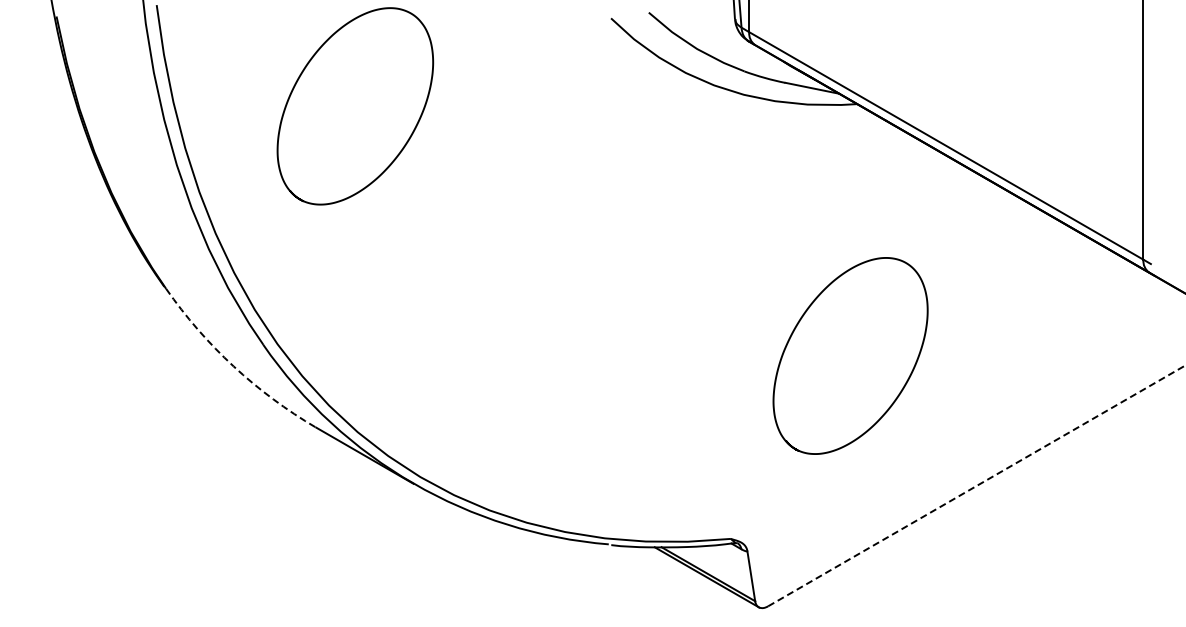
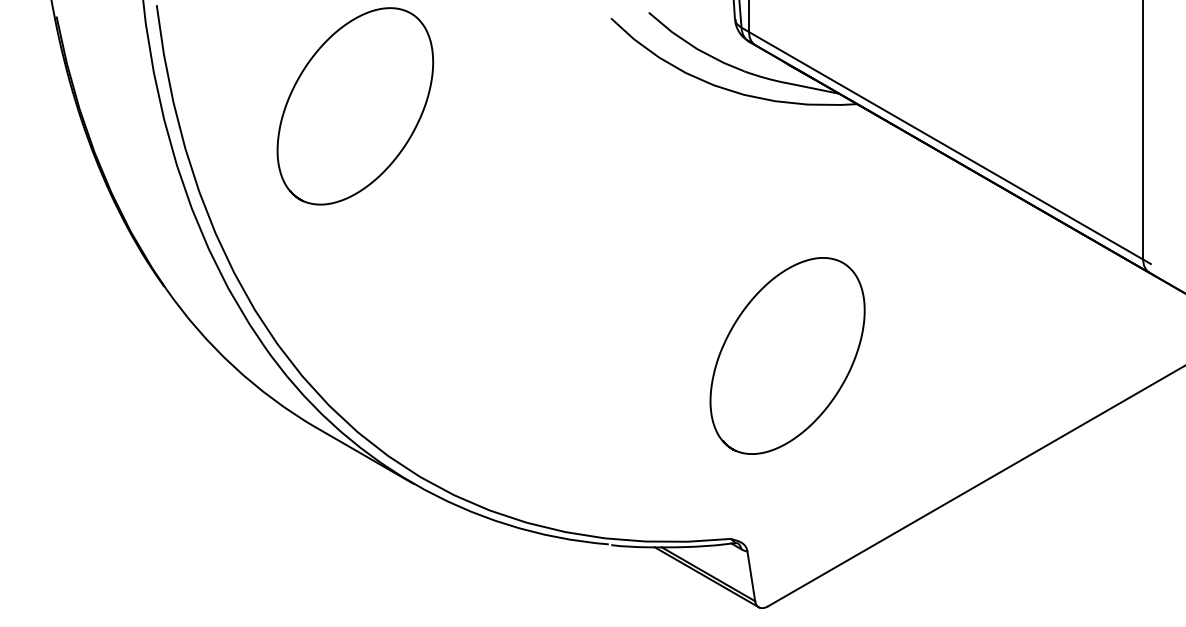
curve at (796, 328) position: (796, 328) -> (733, 328)
arc at (233, 366): dashed -> solid
line at (976, 485): dashed -> solid
